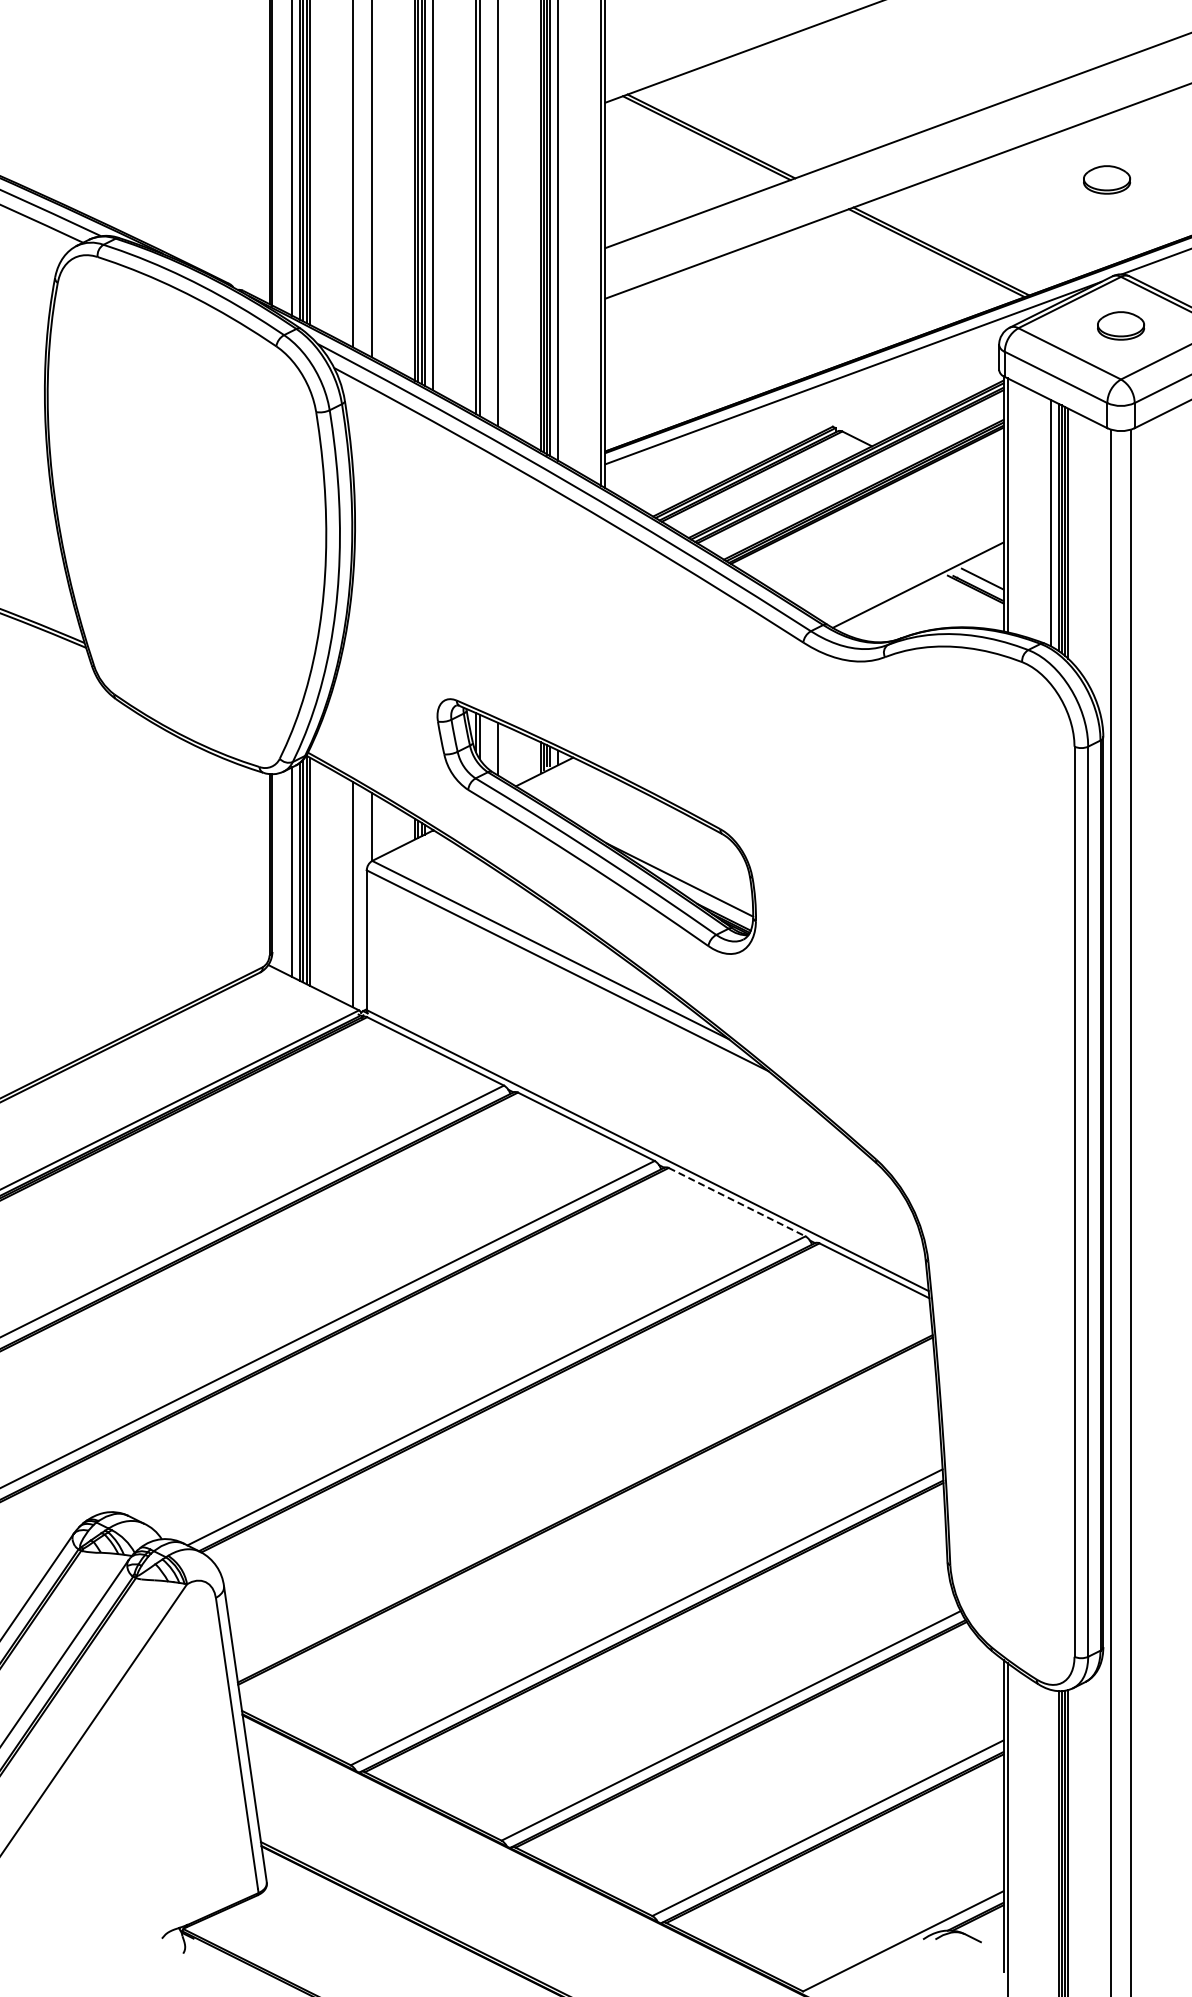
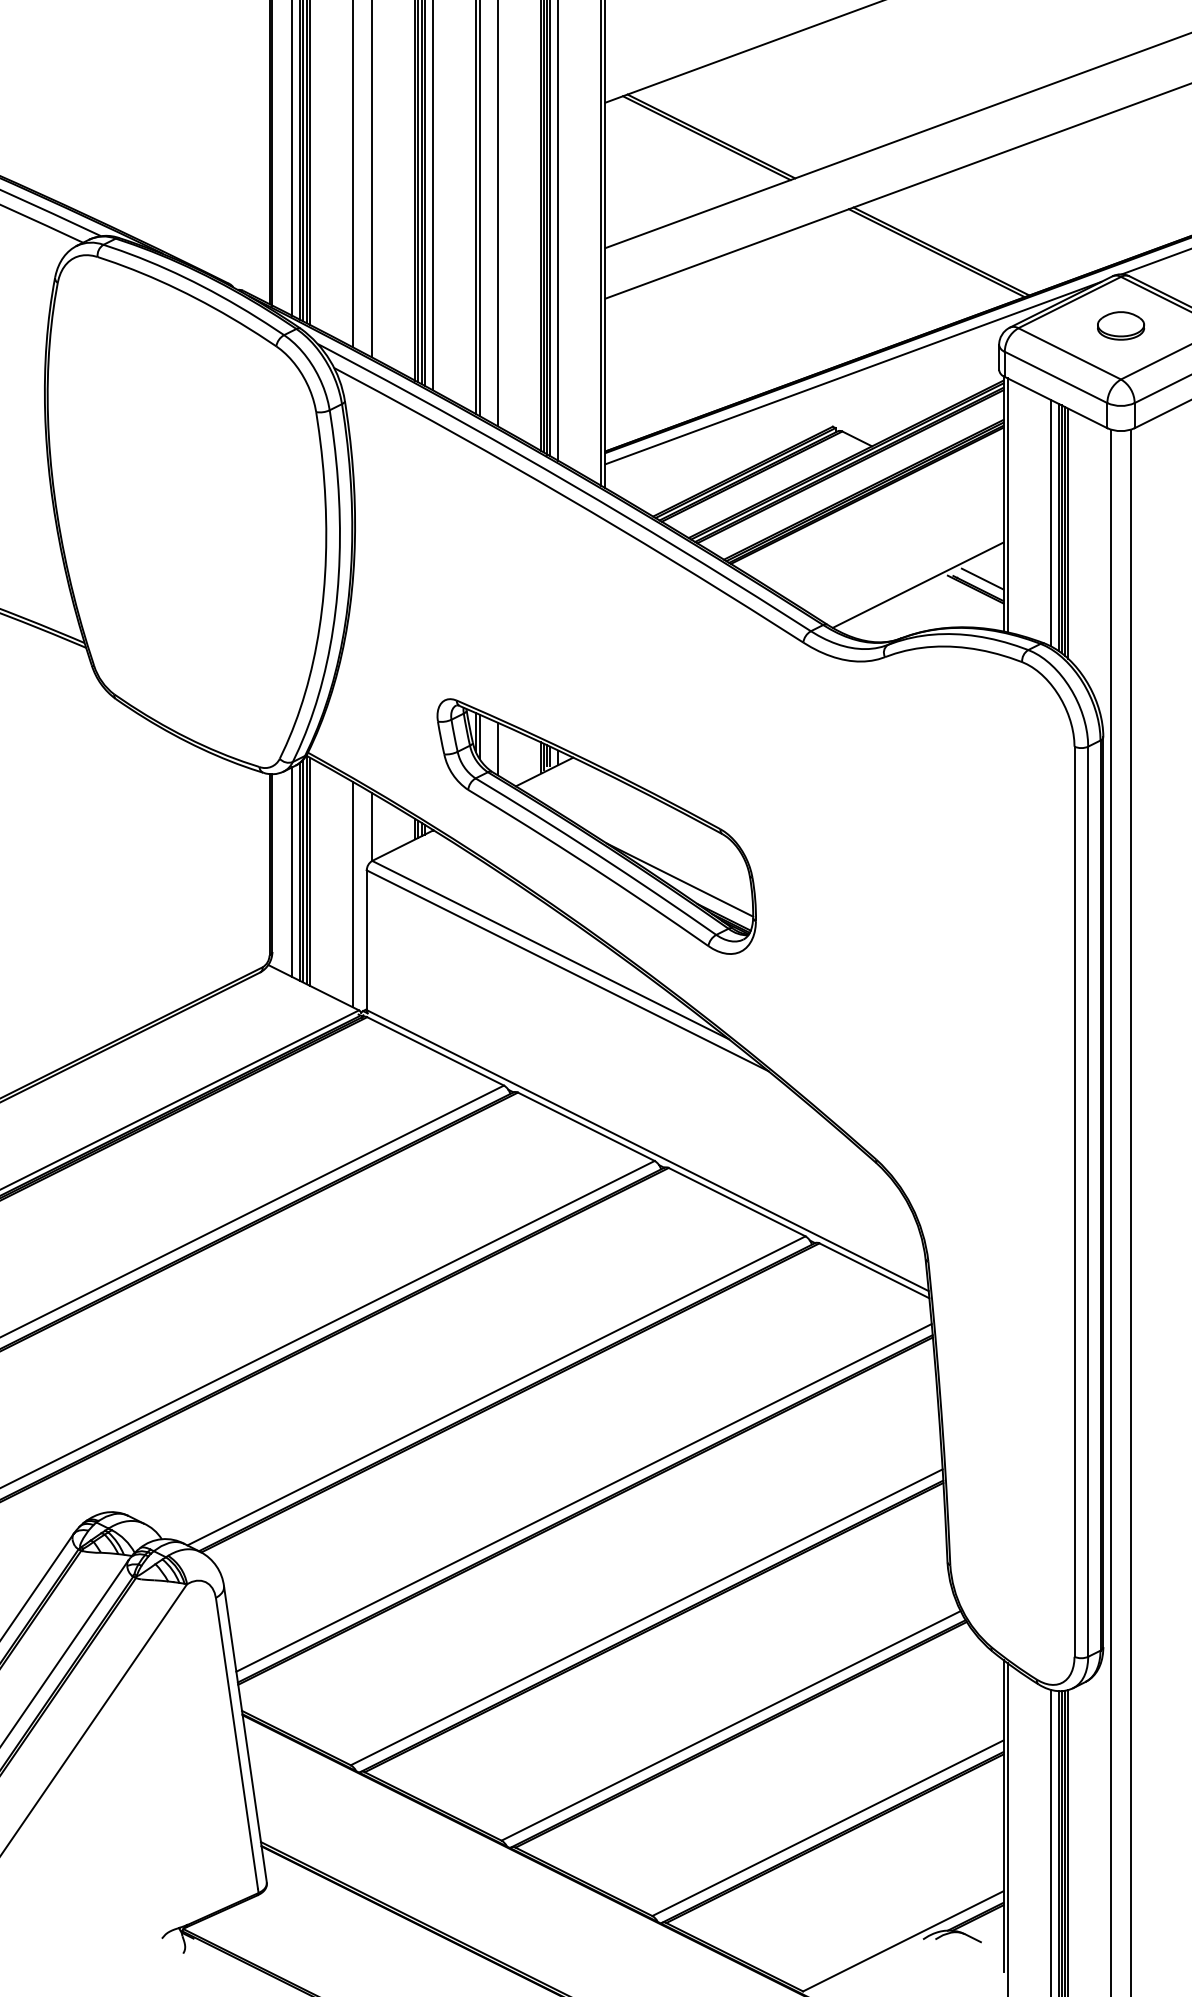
part at (1107, 179): present -> none
line at (737, 1202): dashed -> solid
line at (583, 1497): none -> present
line at (1050, 1841): none -> present
